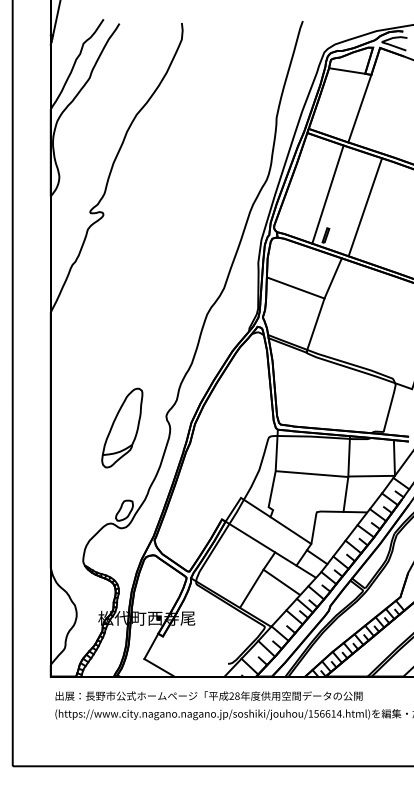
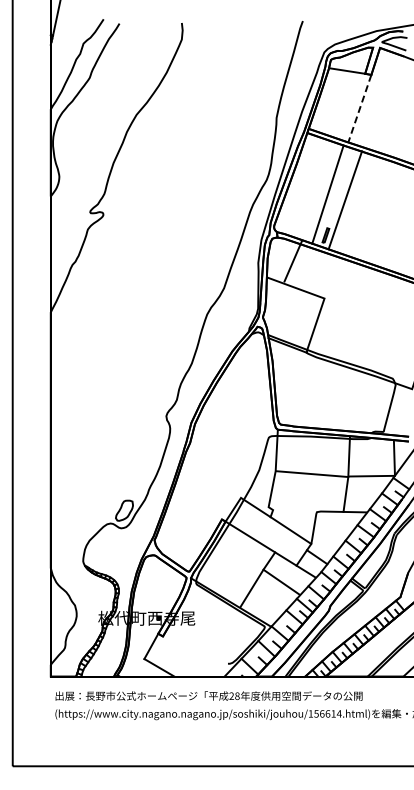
line at (359, 108): solid -> dashed
line at (365, 207) position: (365, 207) -> (345, 200)
line at (332, 278) position: (332, 278) -> (292, 261)
part at (122, 427): present -> none
